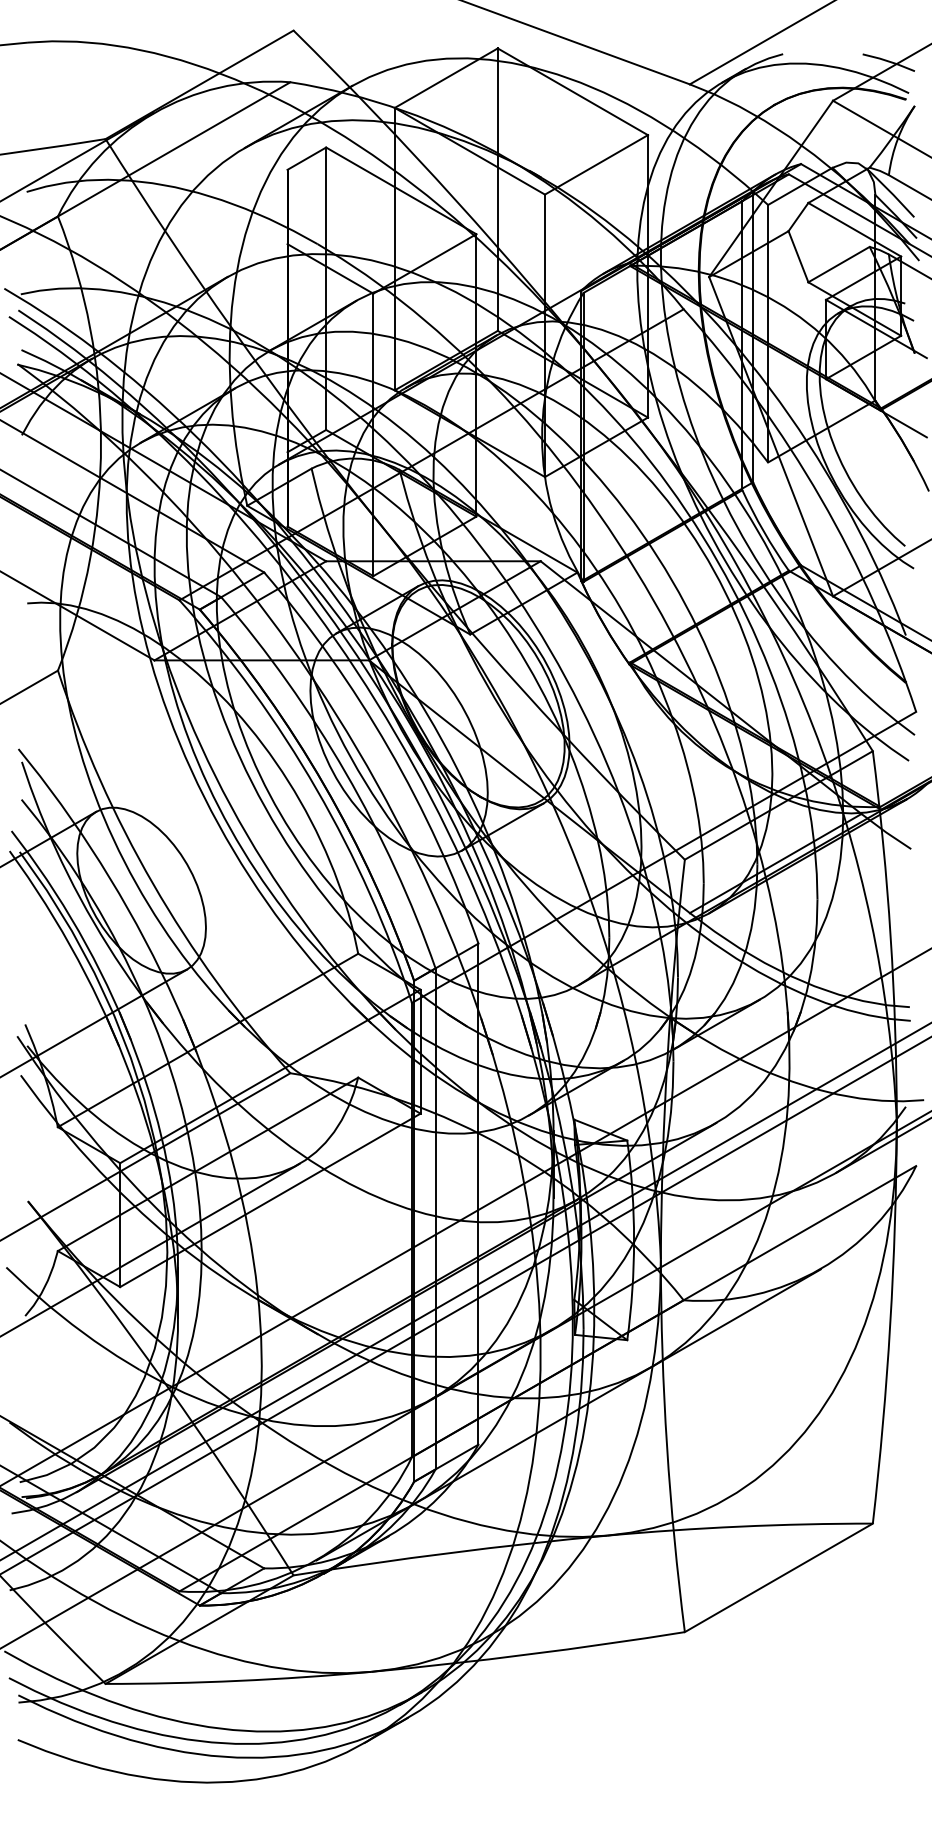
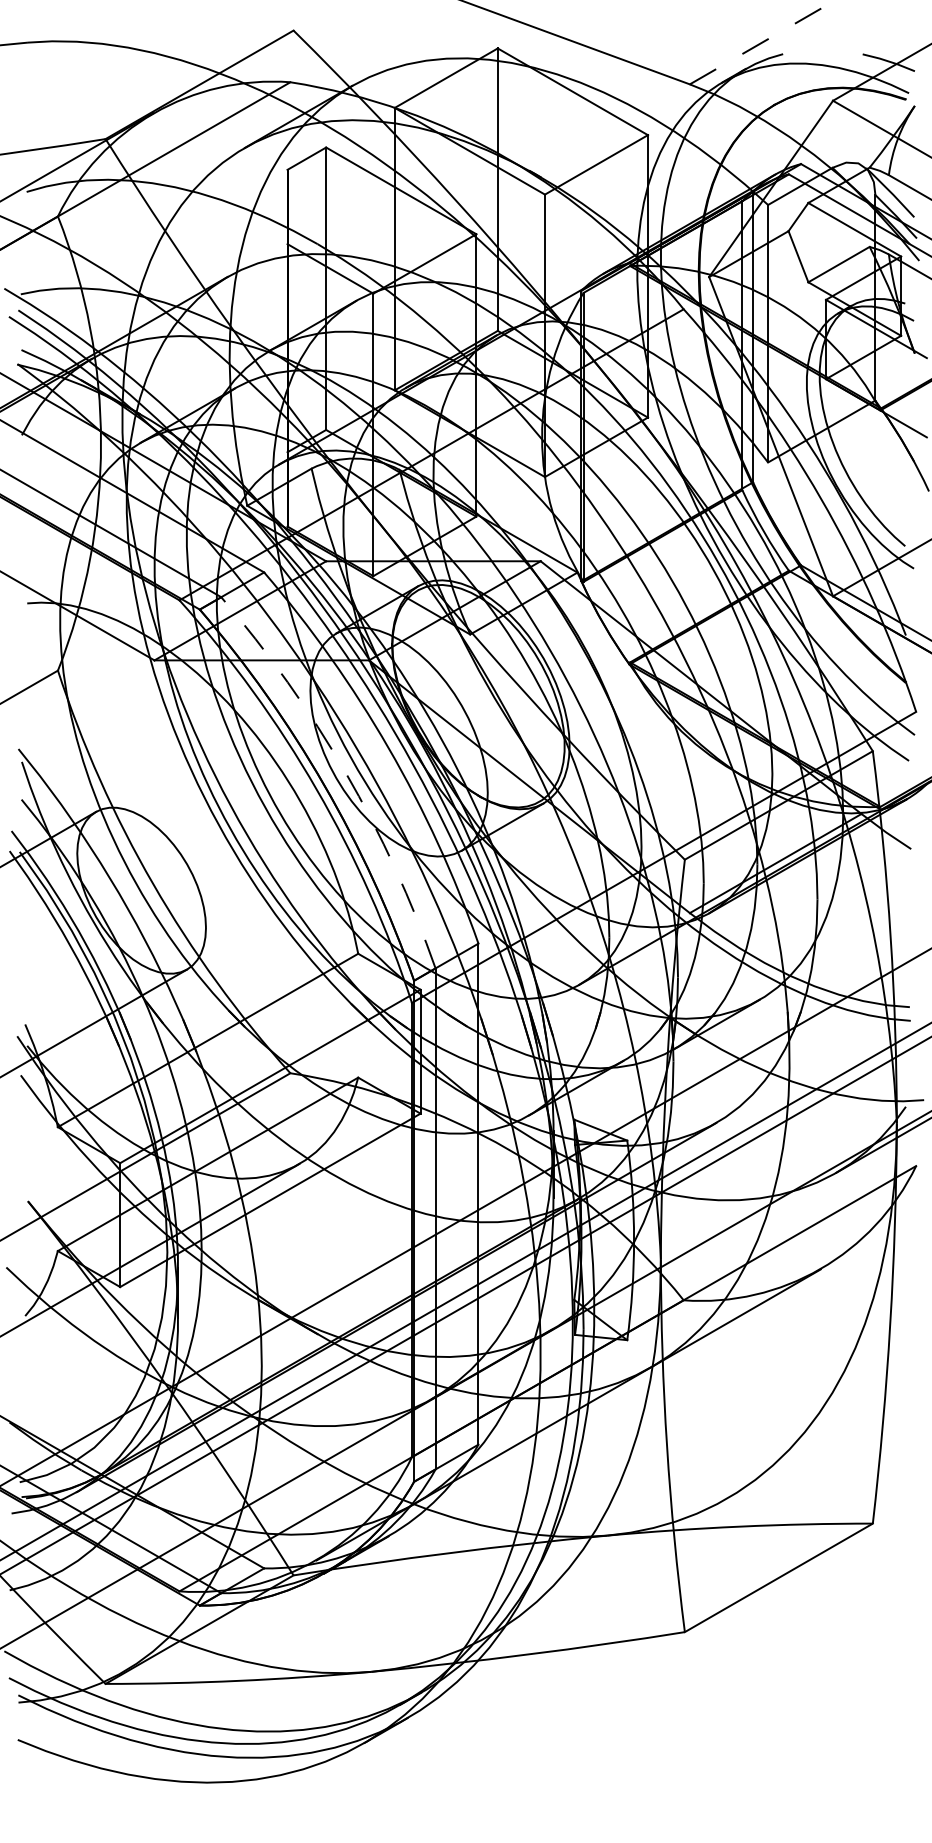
line at (763, 42): solid -> dashed
arc at (345, 772): solid -> dashed
